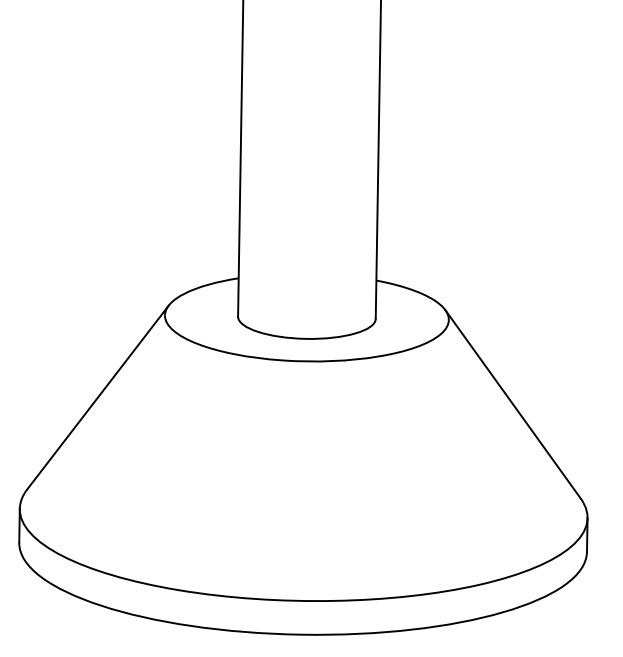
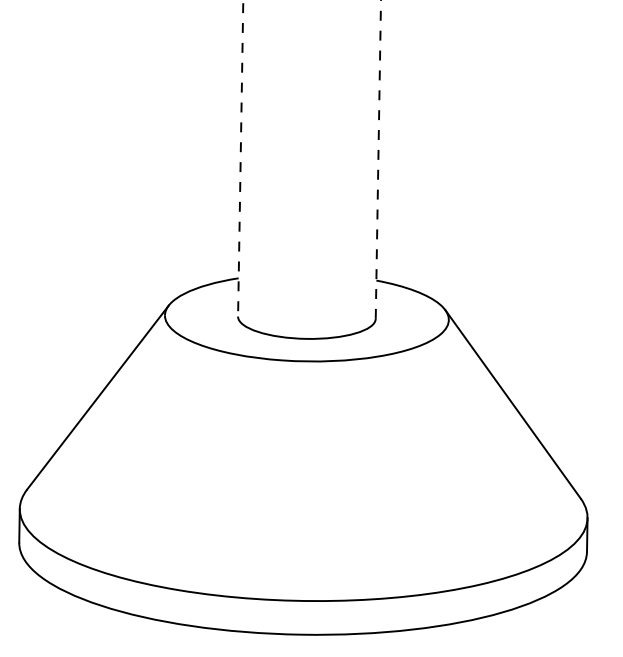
line at (240, 158): solid -> dashed
line at (378, 159): solid -> dashed
